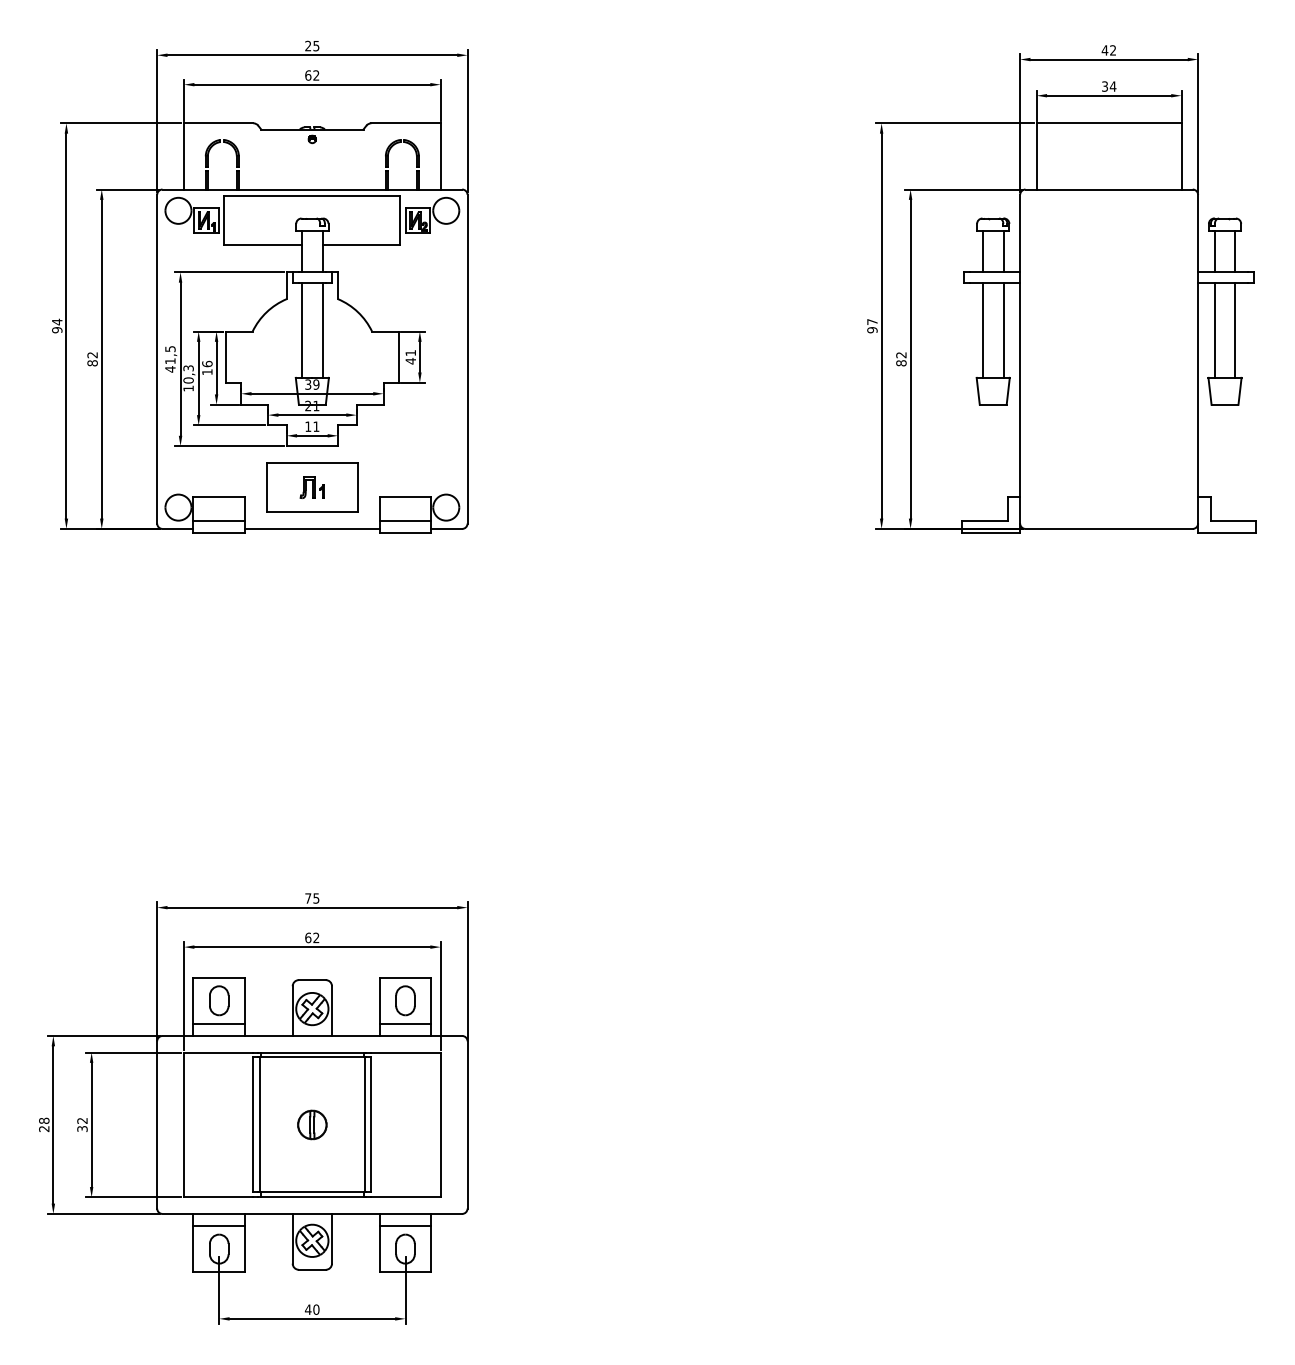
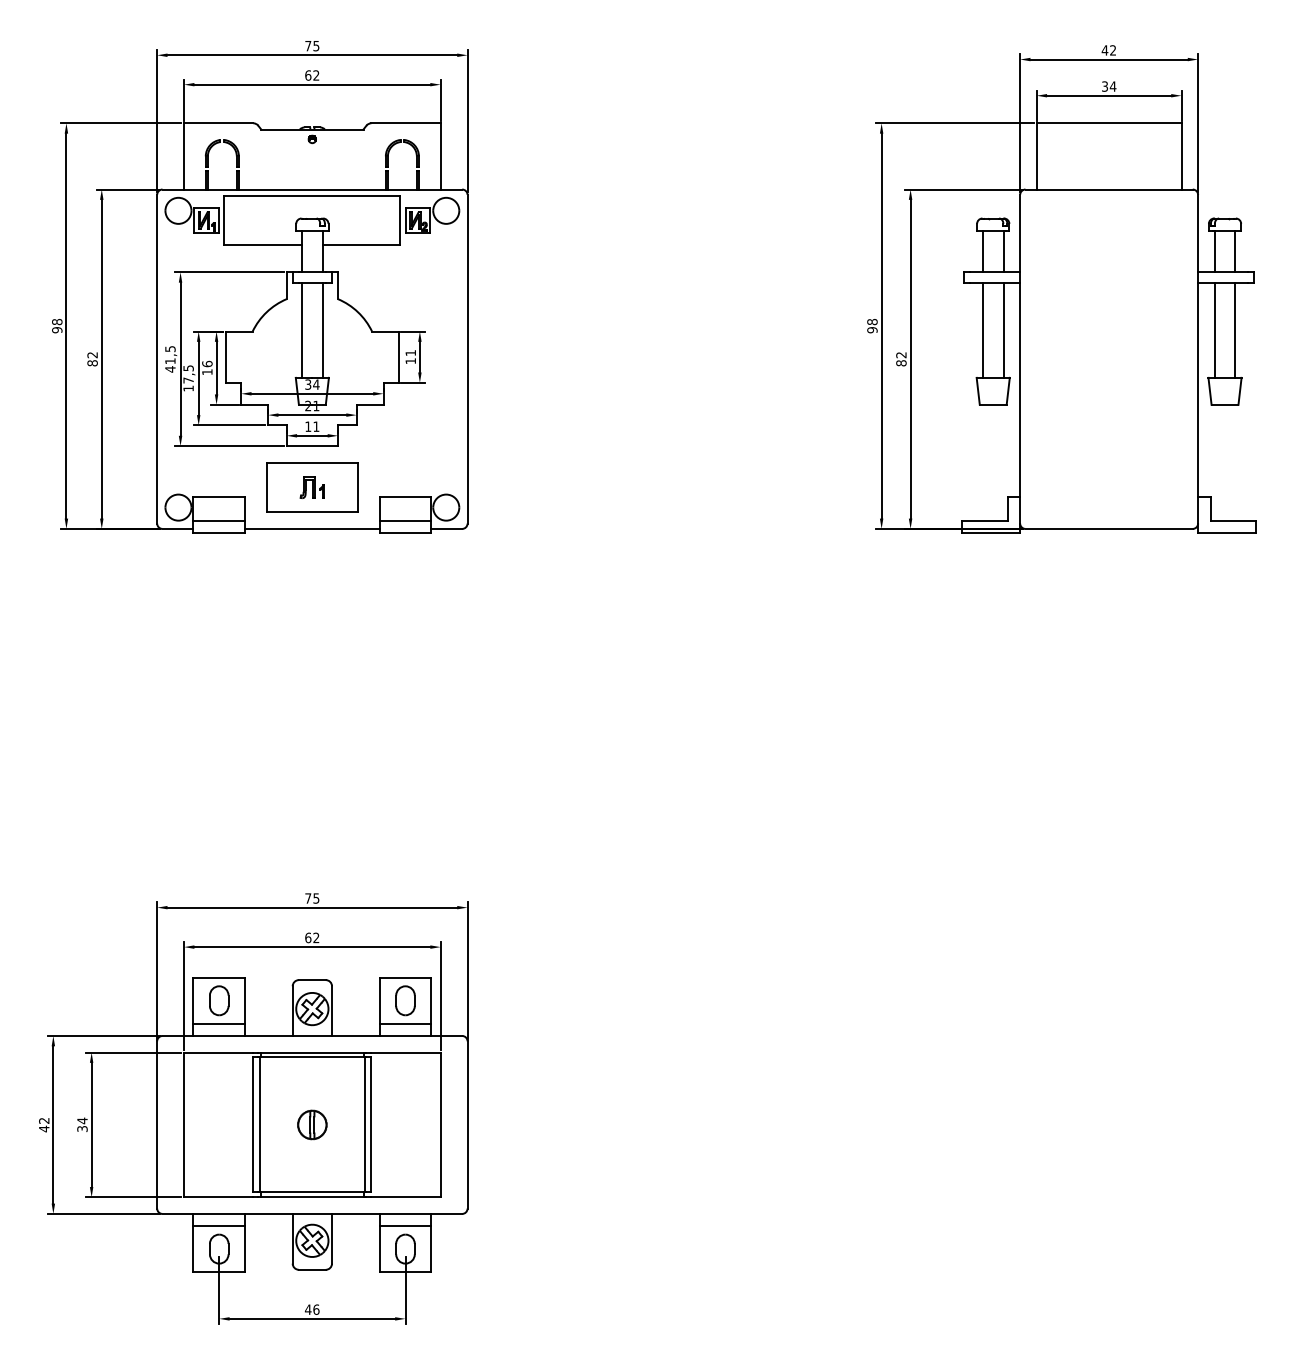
text at (308, 45): 25 -> 75
text at (57, 321): 94 -> 98
text at (872, 322): 97 -> 98
text at (410, 361): 41 -> 11
text at (188, 374): 10,3 -> 17,5
text at (316, 384): 39 -> 34
text at (82, 1120): 32 -> 34
text at (44, 1124): 28 -> 42
text at (316, 1309): 40 -> 46
